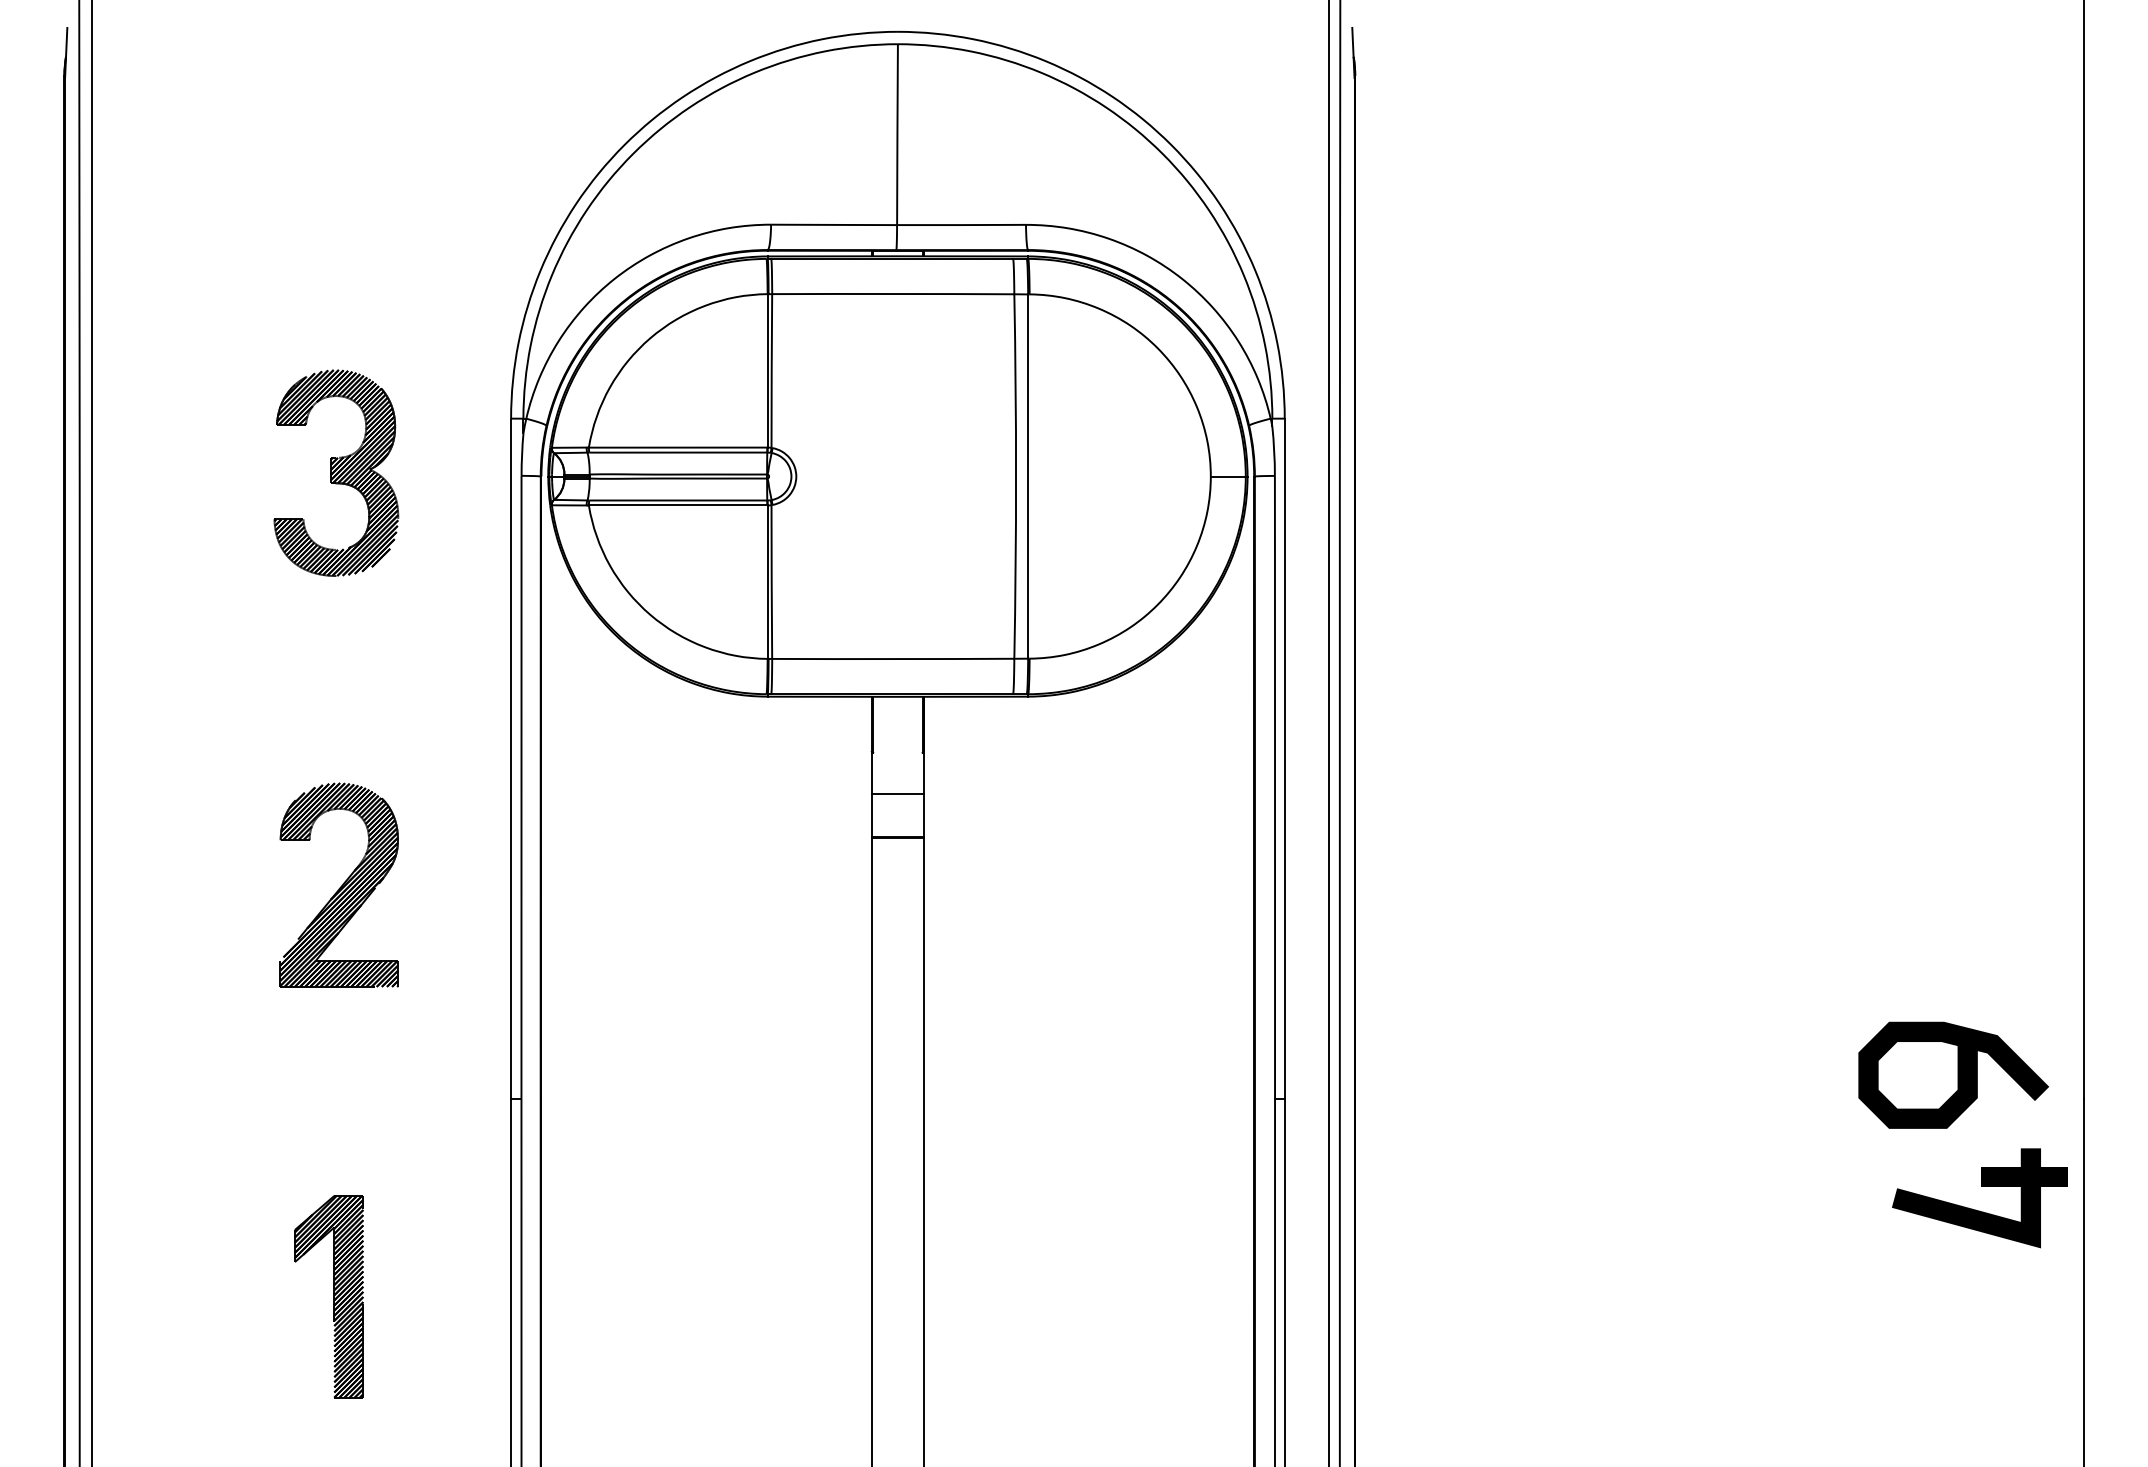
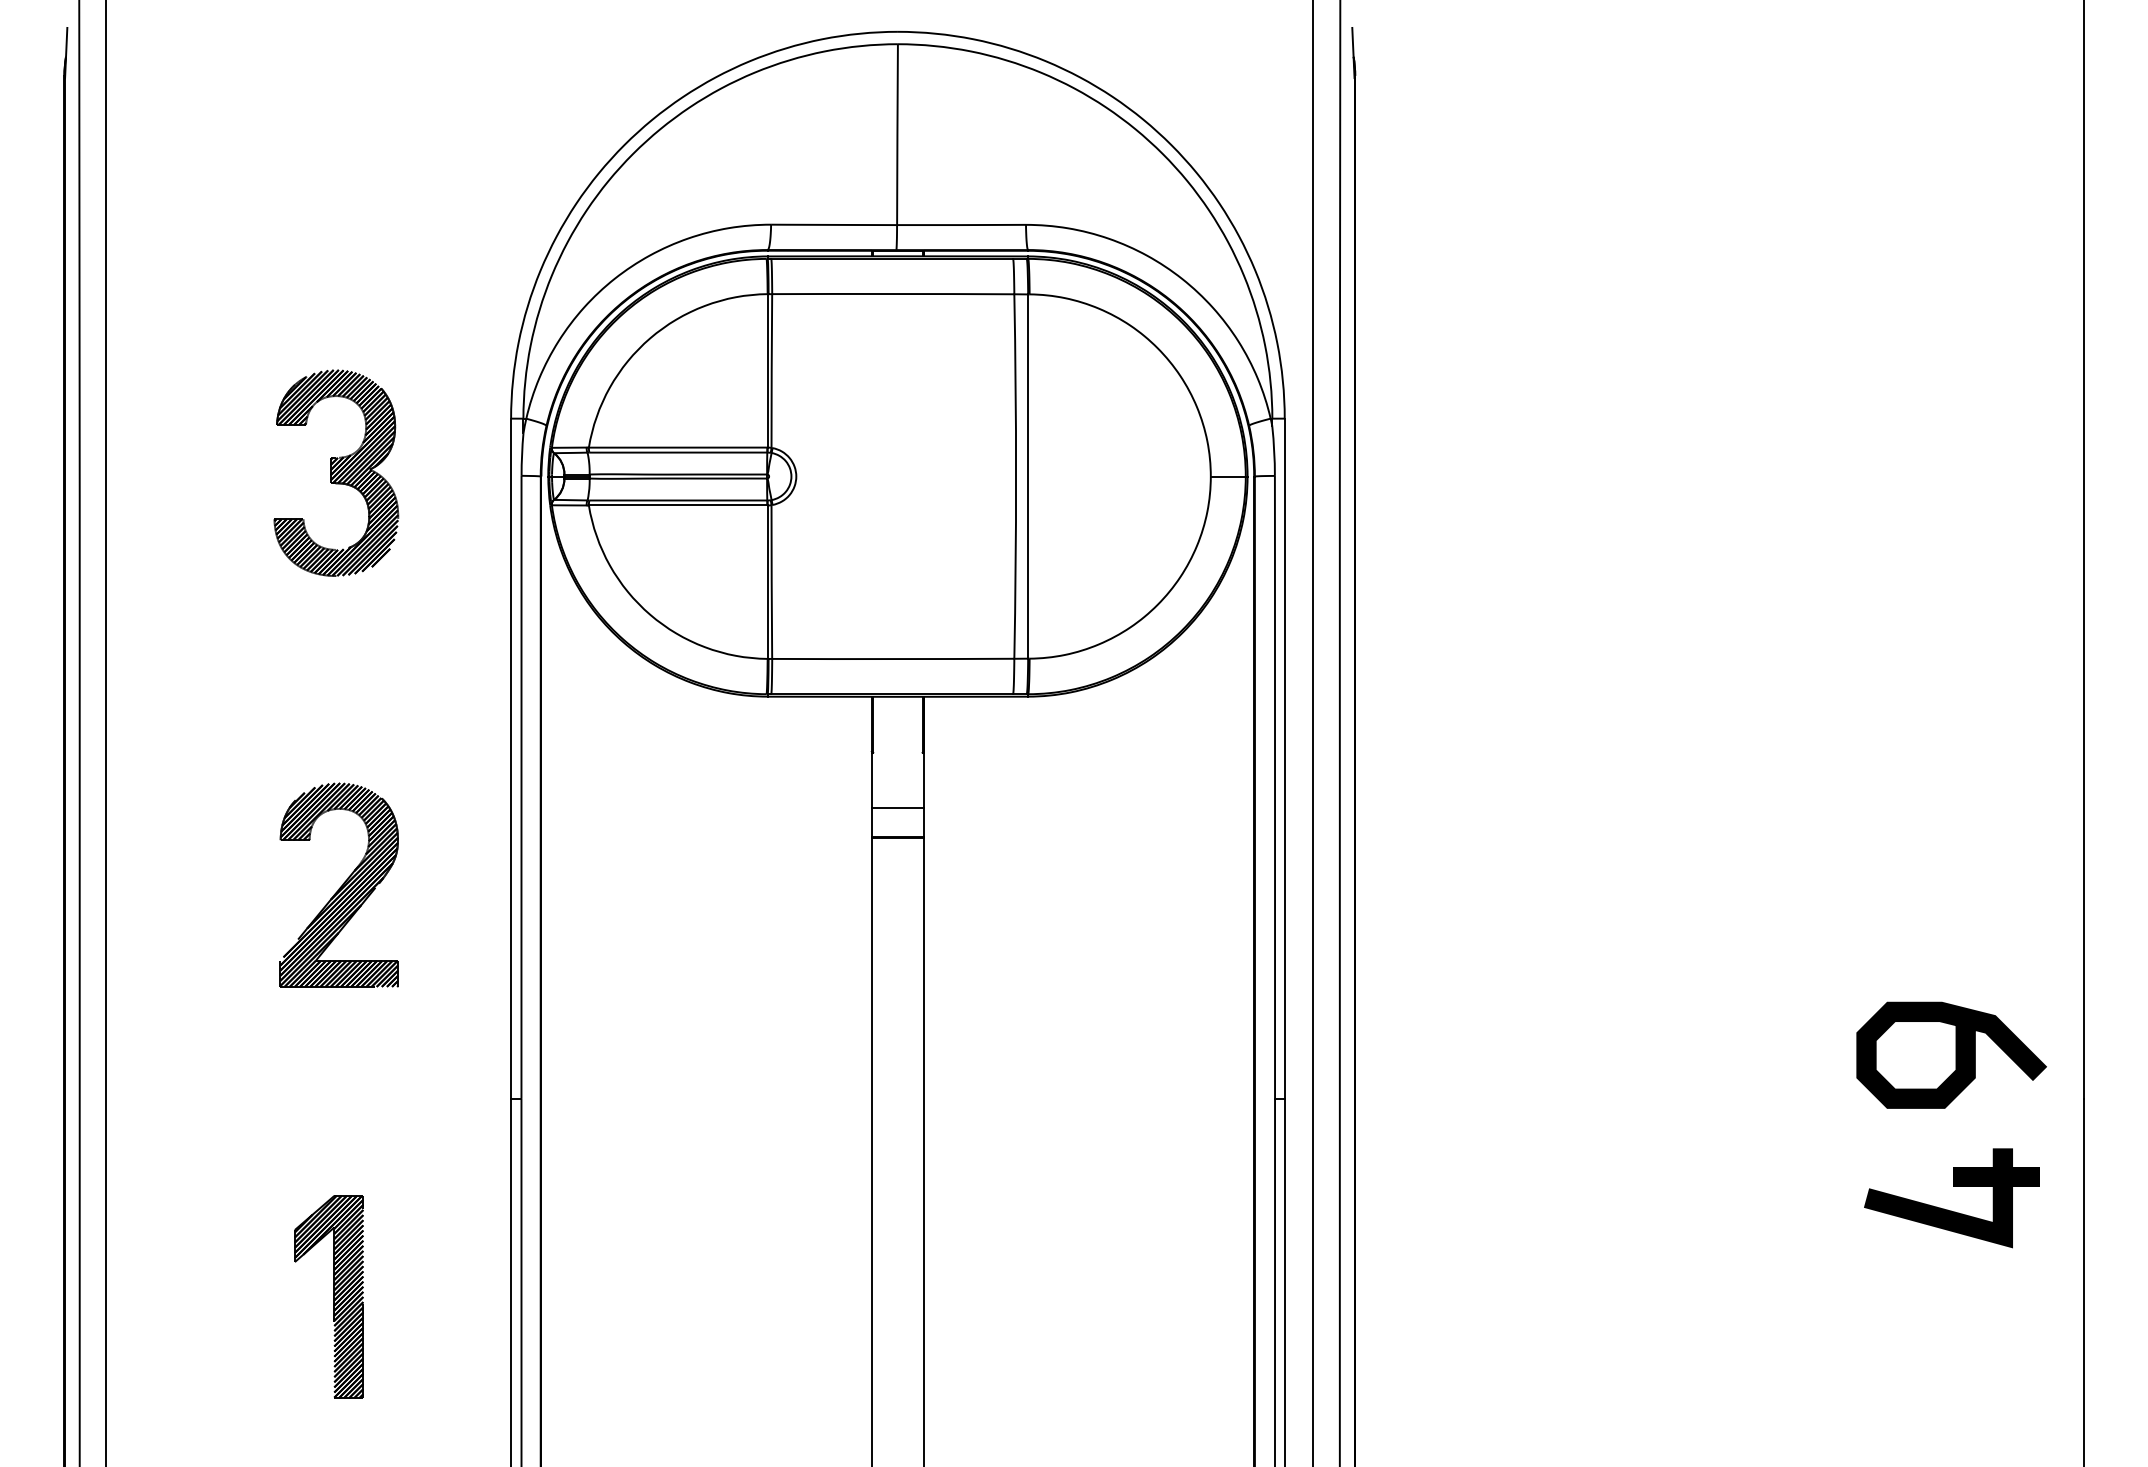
line at (92, 732) position: (92, 732) -> (106, 732)
line at (1329, 732) position: (1329, 732) -> (1313, 732)
line at (897, 794) position: (897, 794) -> (897, 808)
curve at (1957, 1074) position: (1957, 1074) -> (1955, 1054)
part at (1976, 1209) position: (1976, 1209) -> (1948, 1209)
